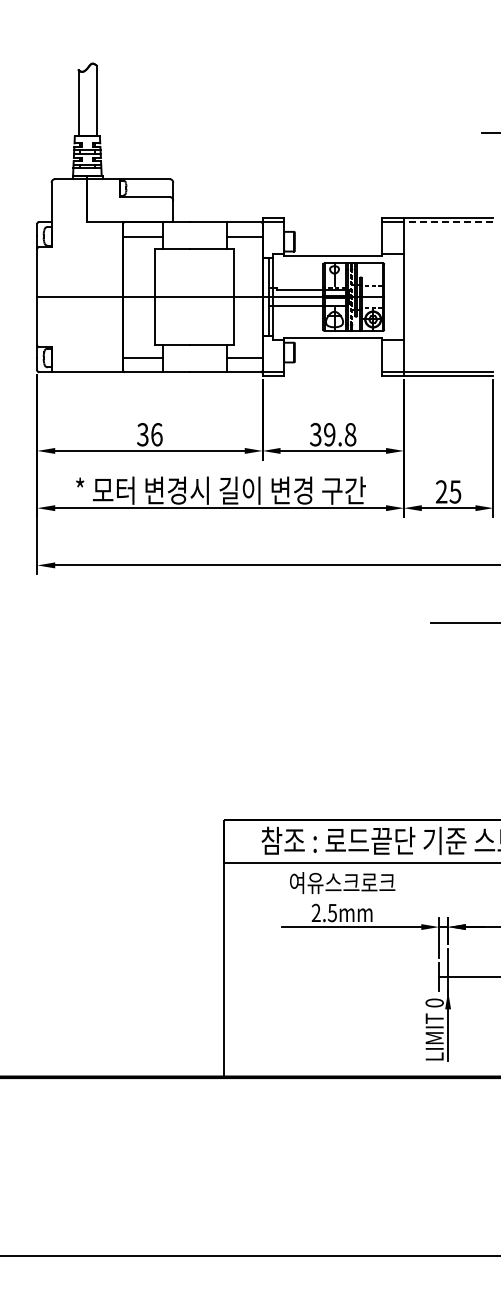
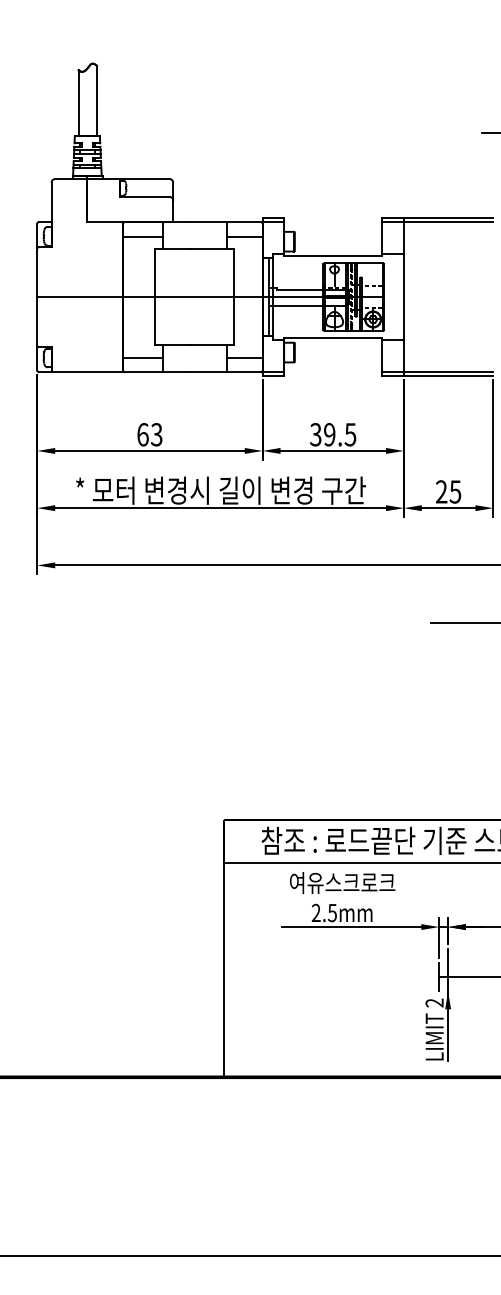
line at (448, 222): dashed -> solid
text at (149, 434): 36 -> 63
text at (350, 434): 39.8 -> 39.5
text at (434, 1002): 0 -> 2
